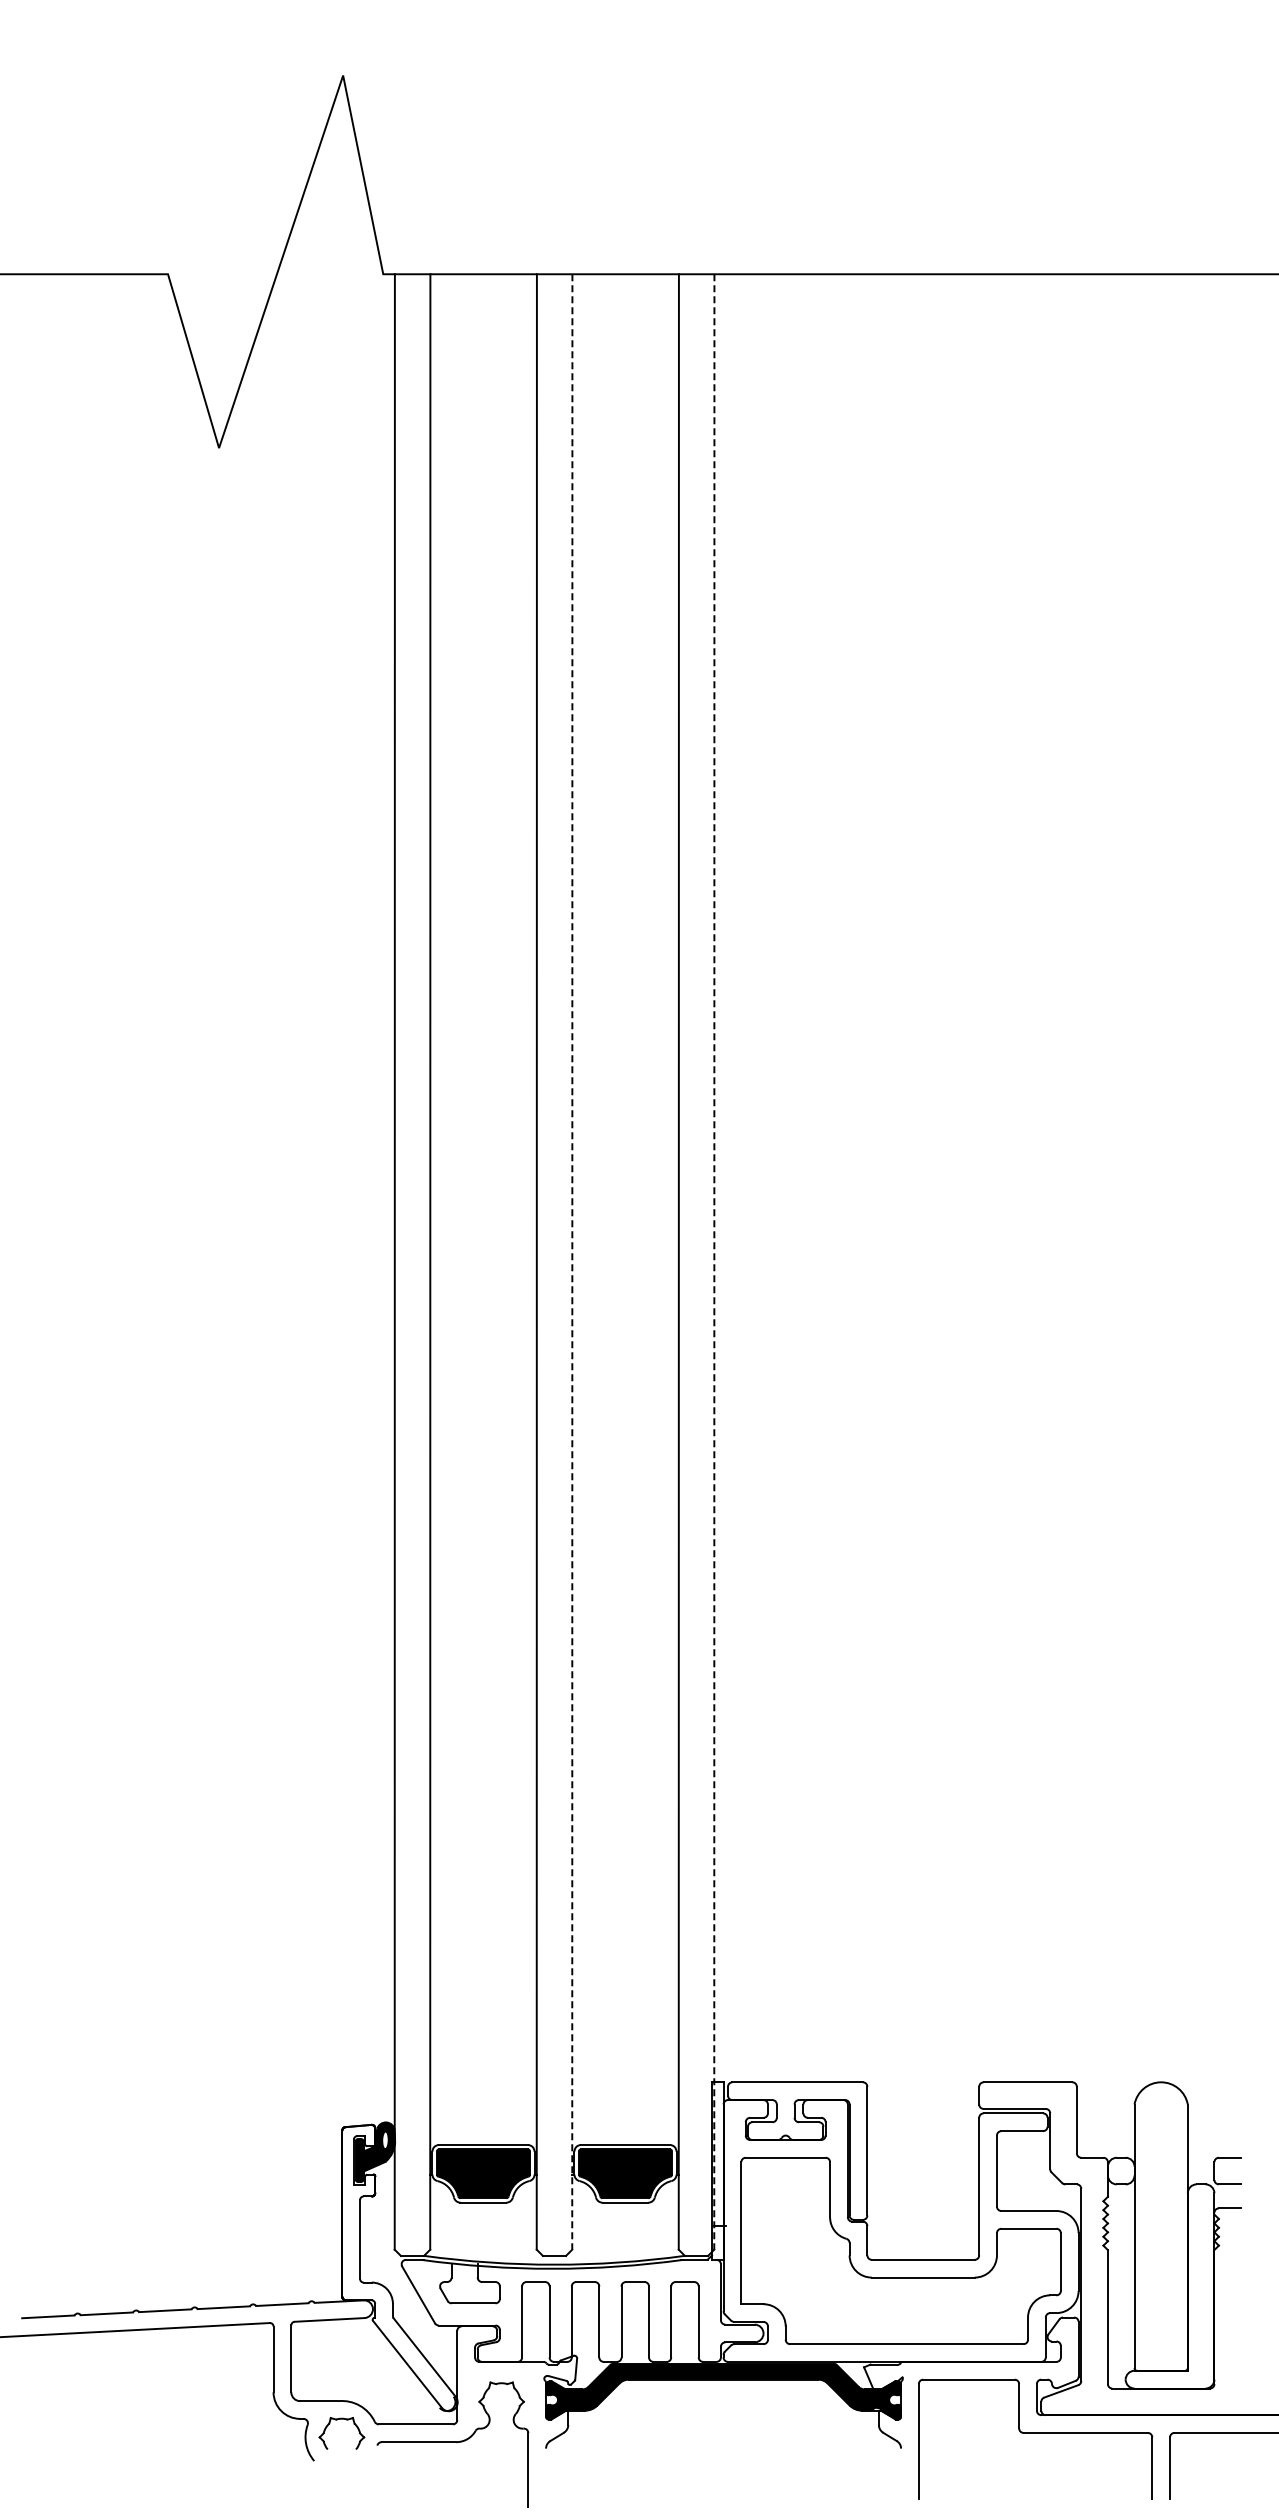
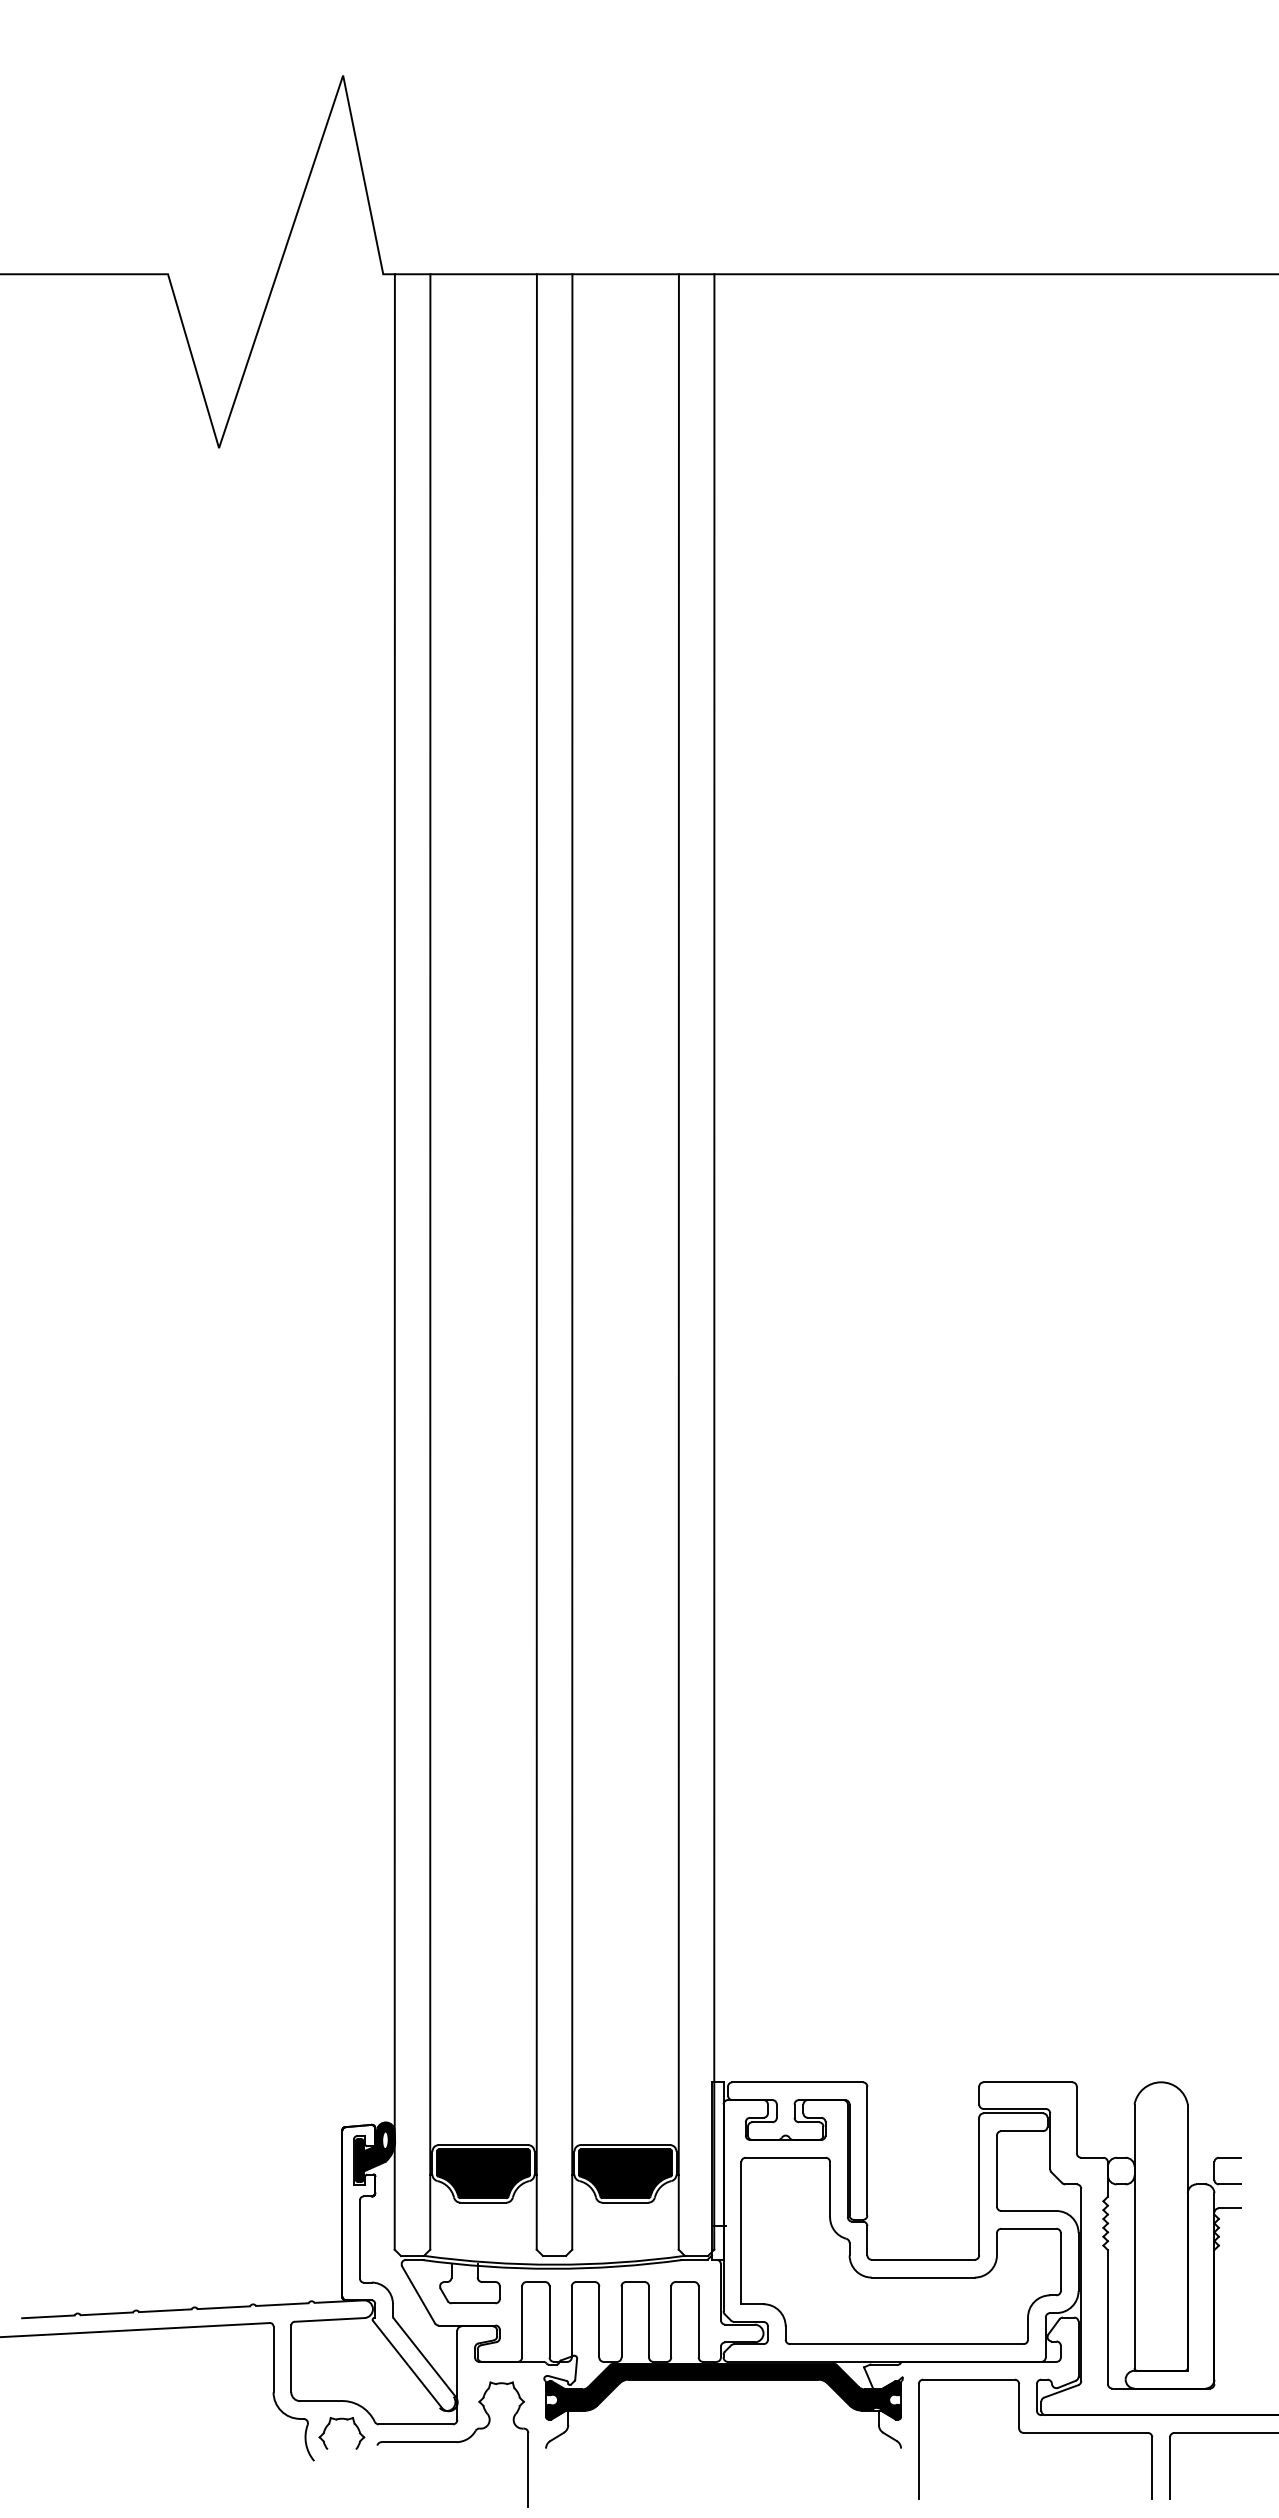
line at (572, 1261): dashed -> solid
line at (714, 1261): dashed -> solid
